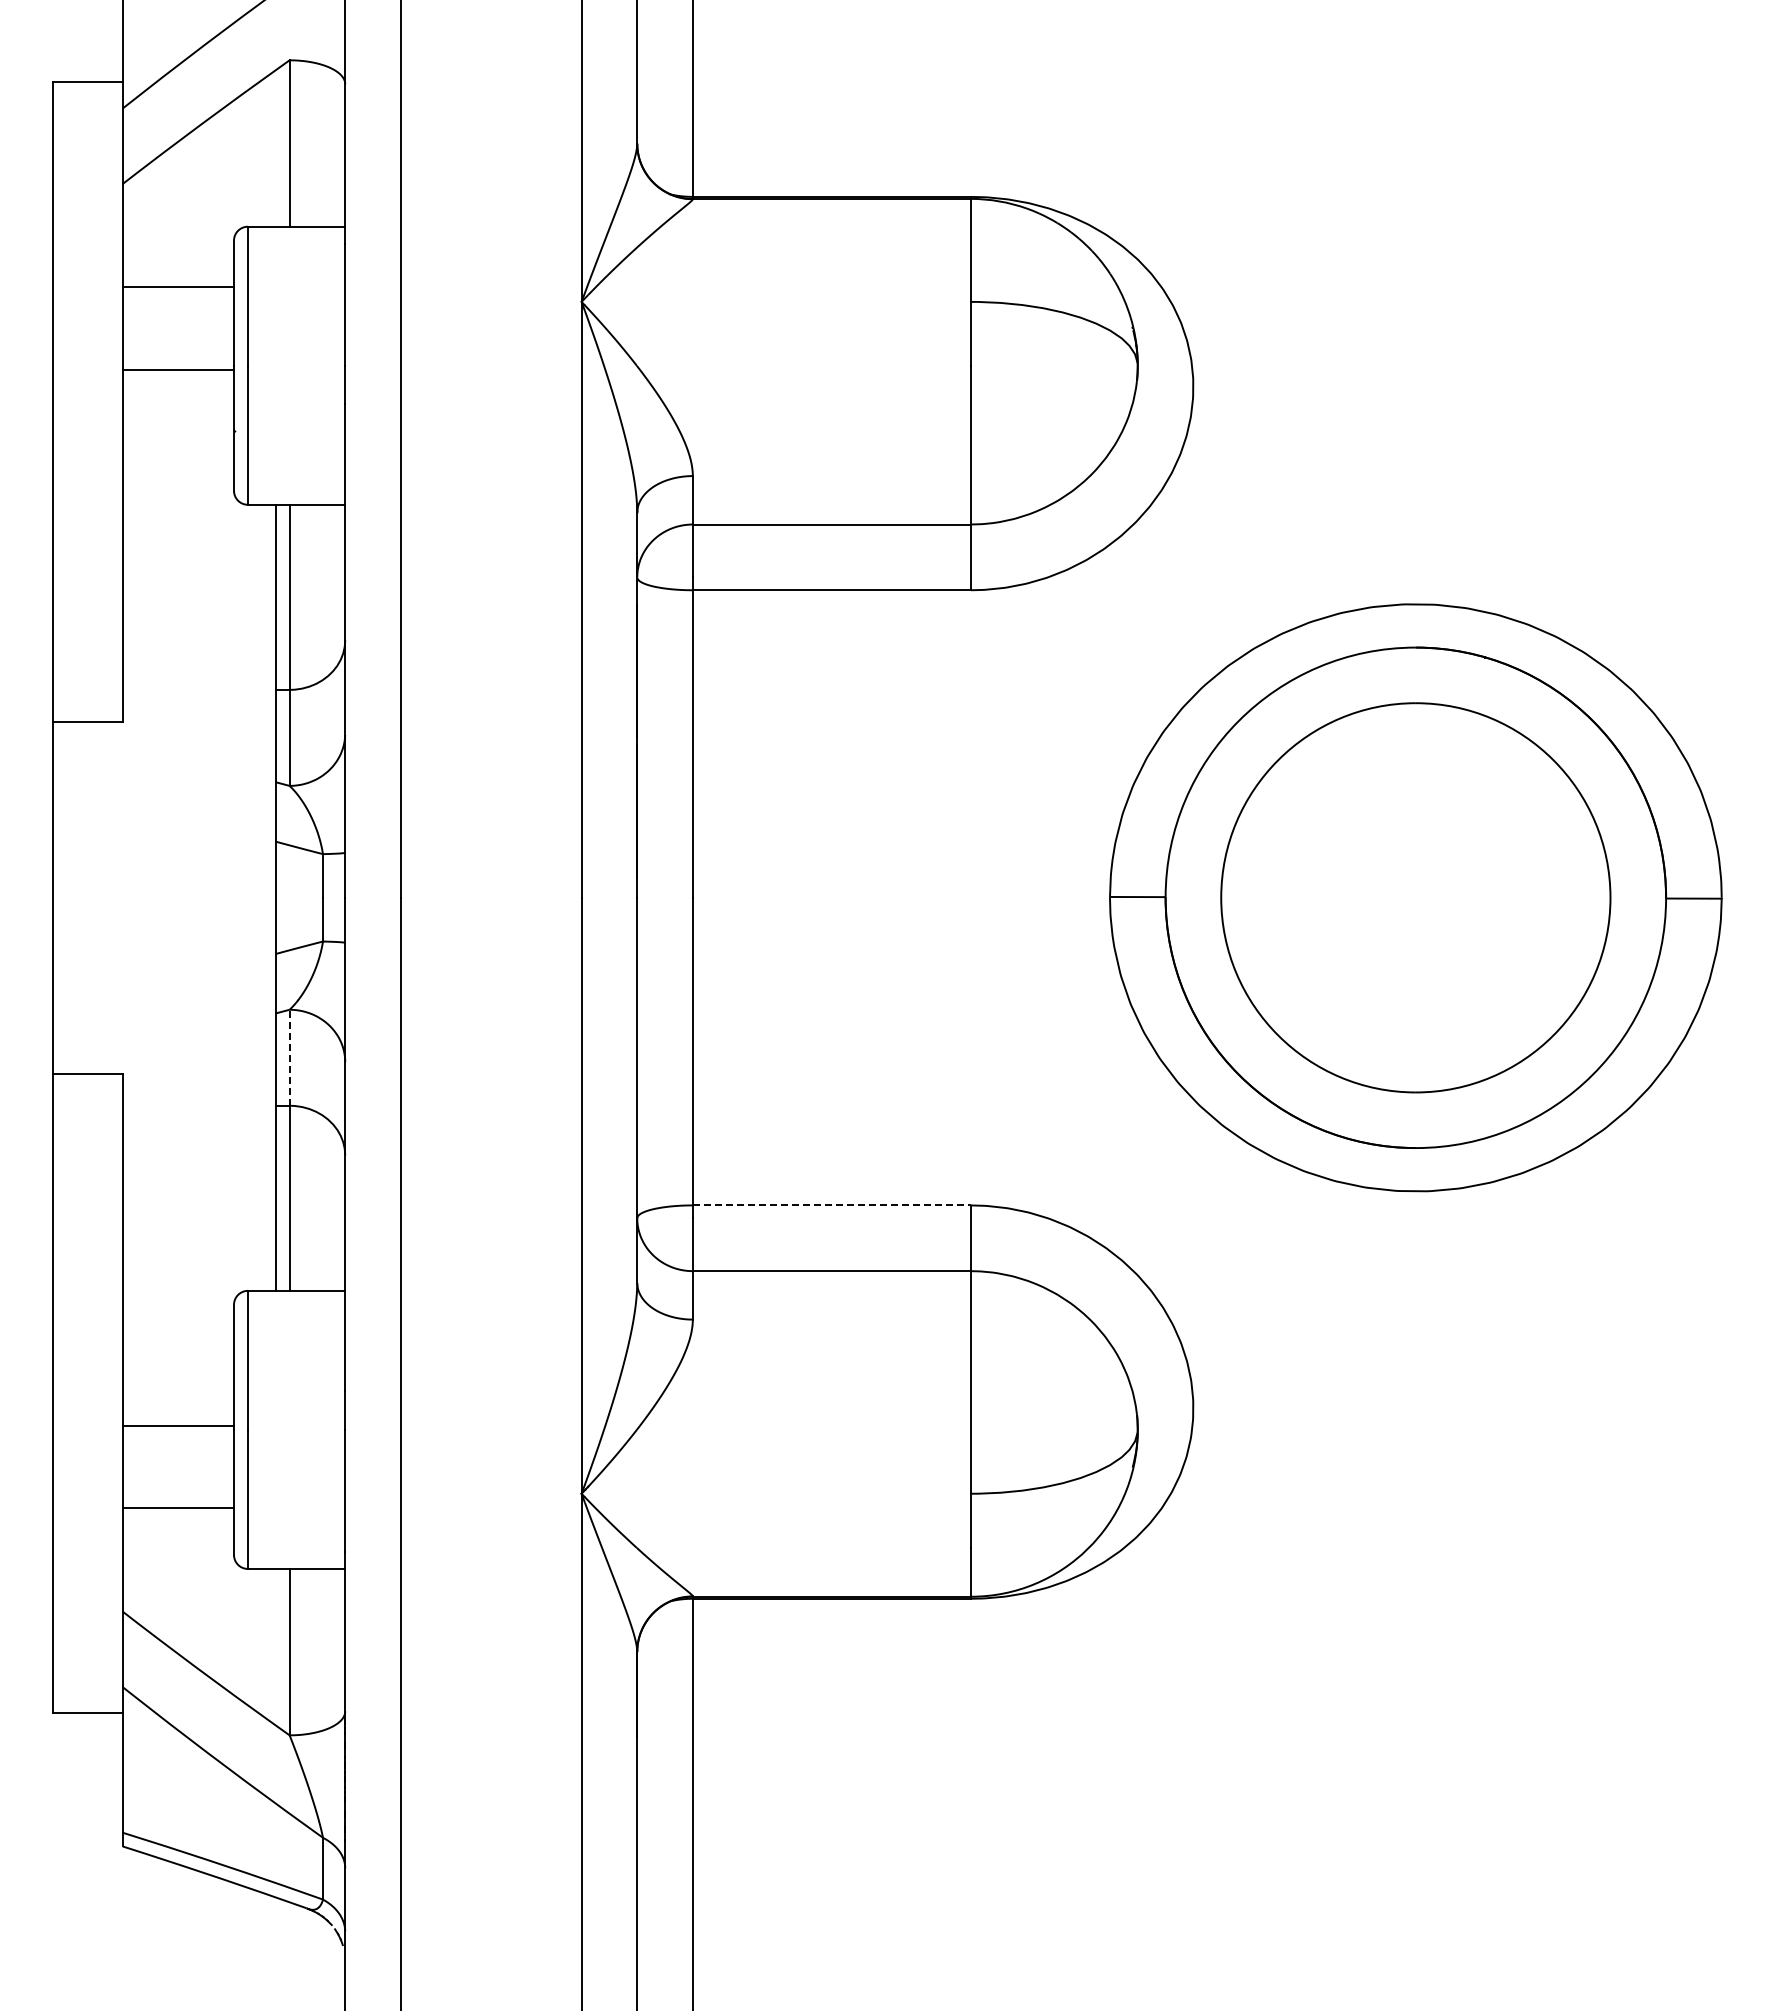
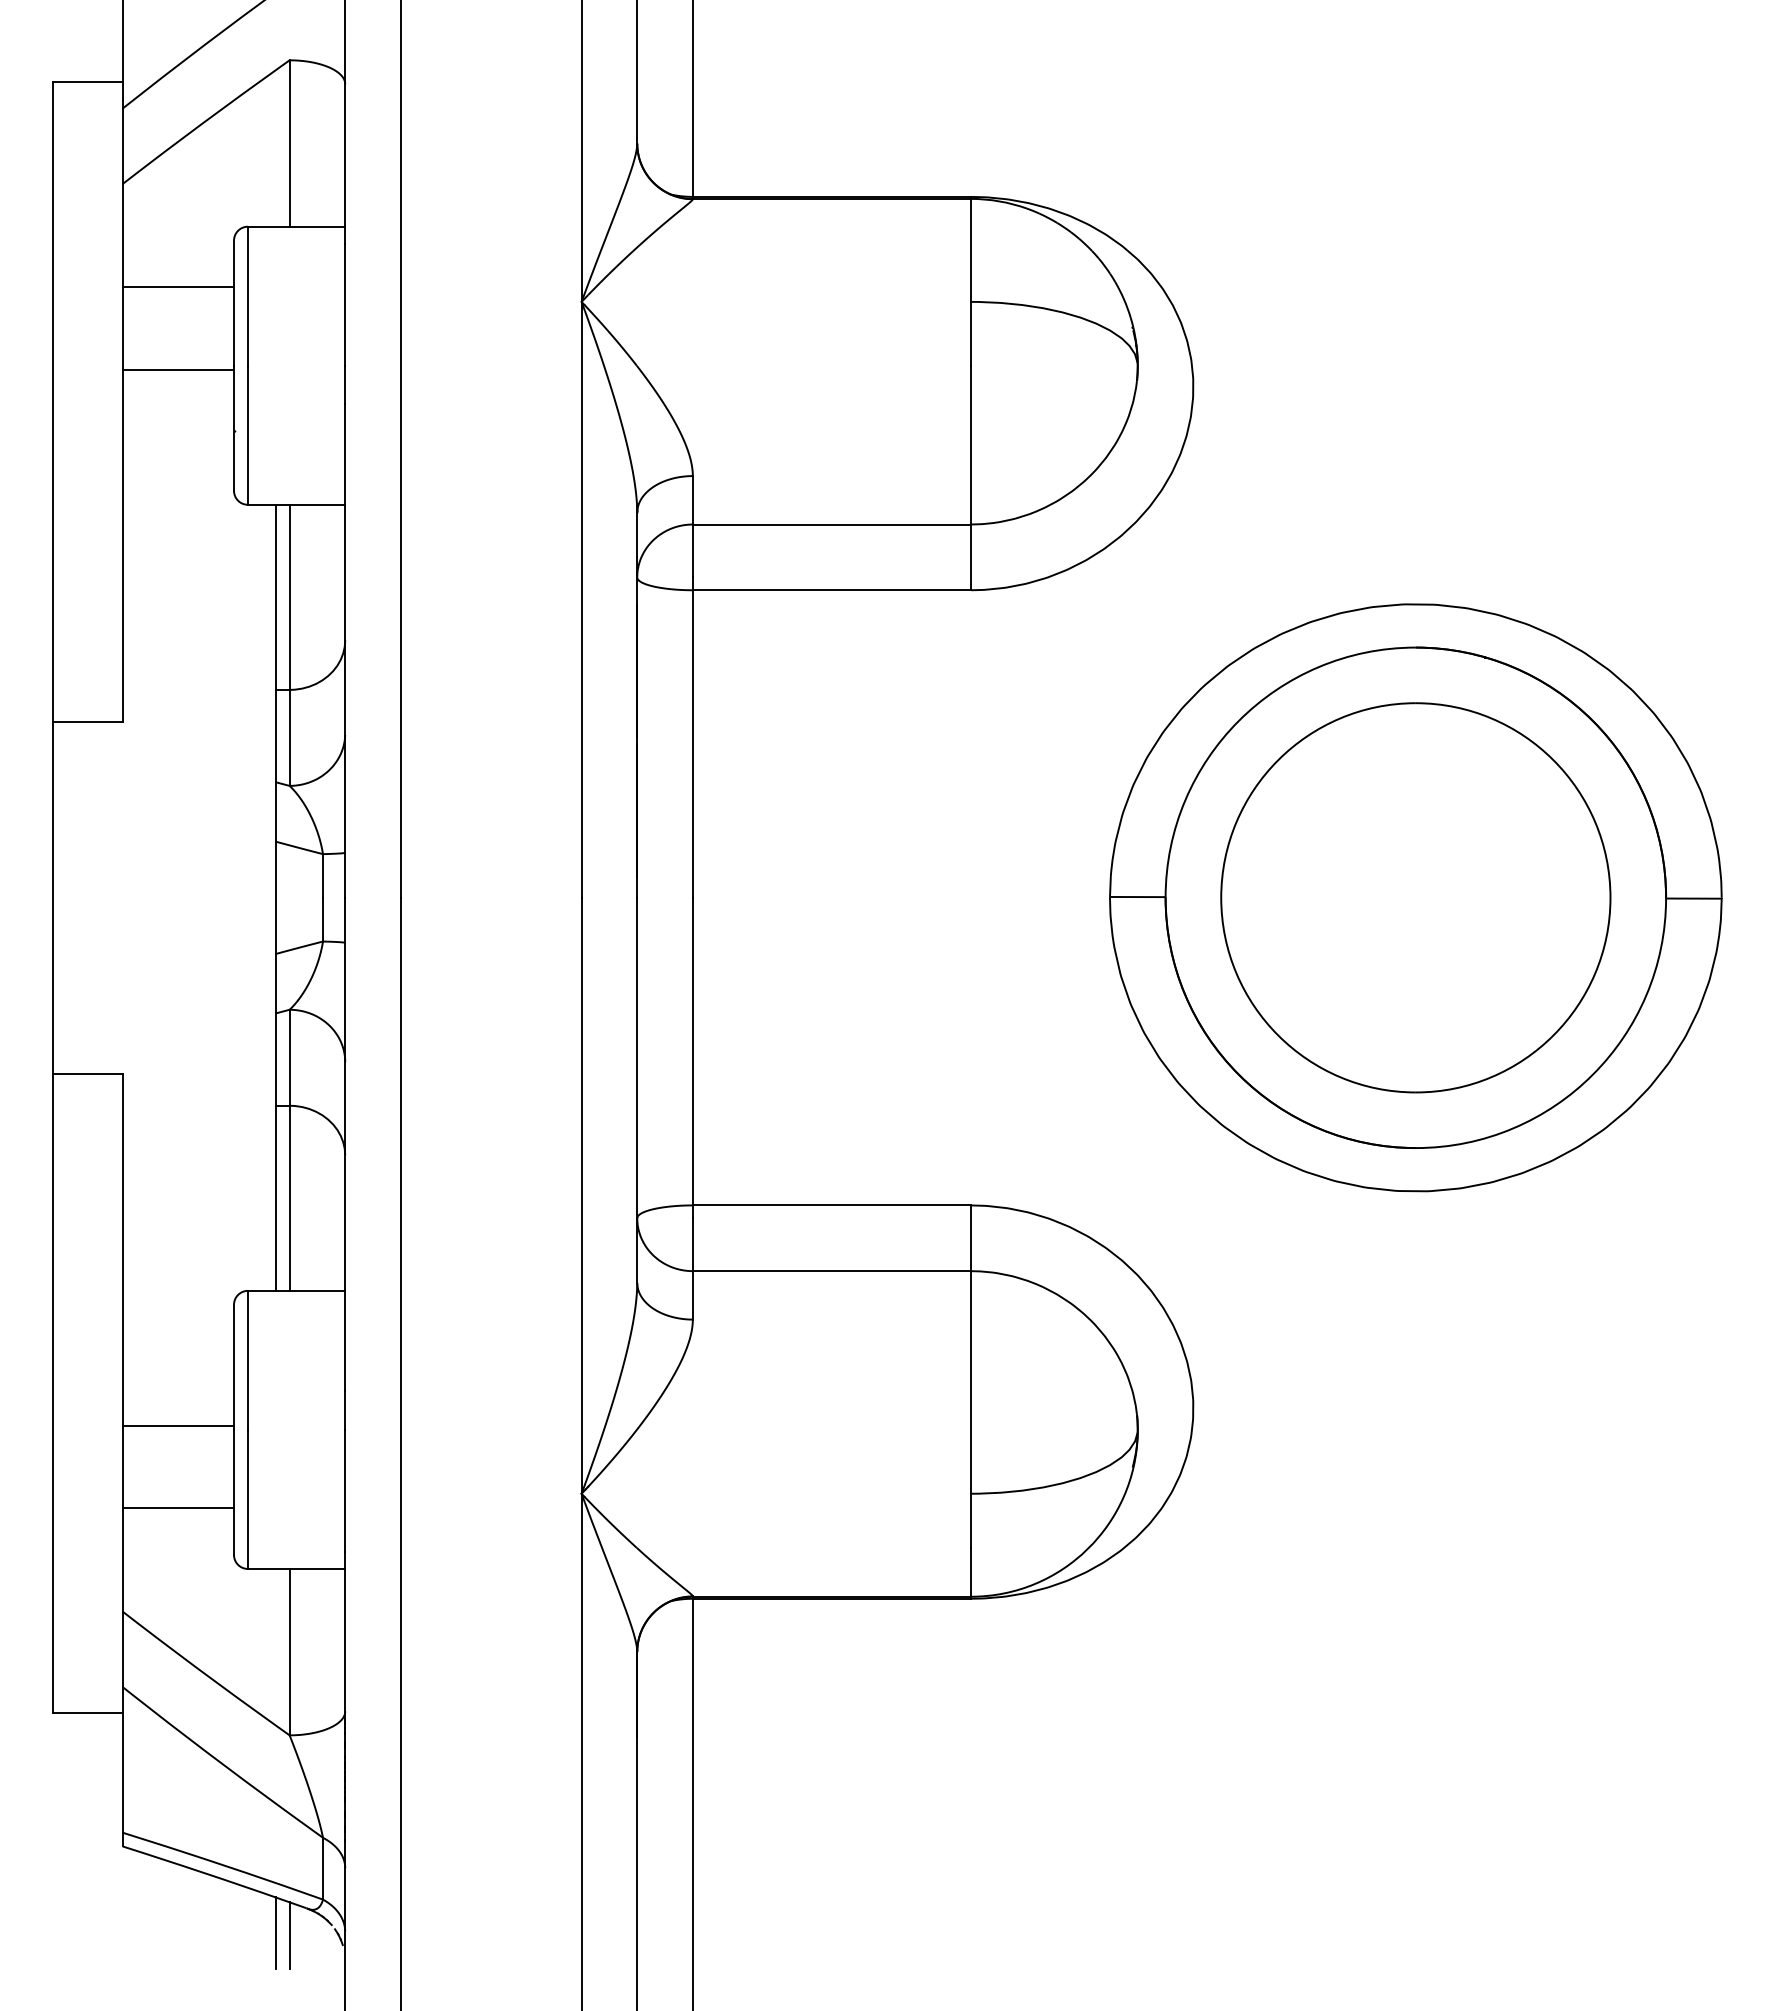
line at (289, 1057): dashed -> solid
line at (832, 1205): dashed -> solid
line at (275, 1933): none -> present
line at (289, 1935): none -> present
